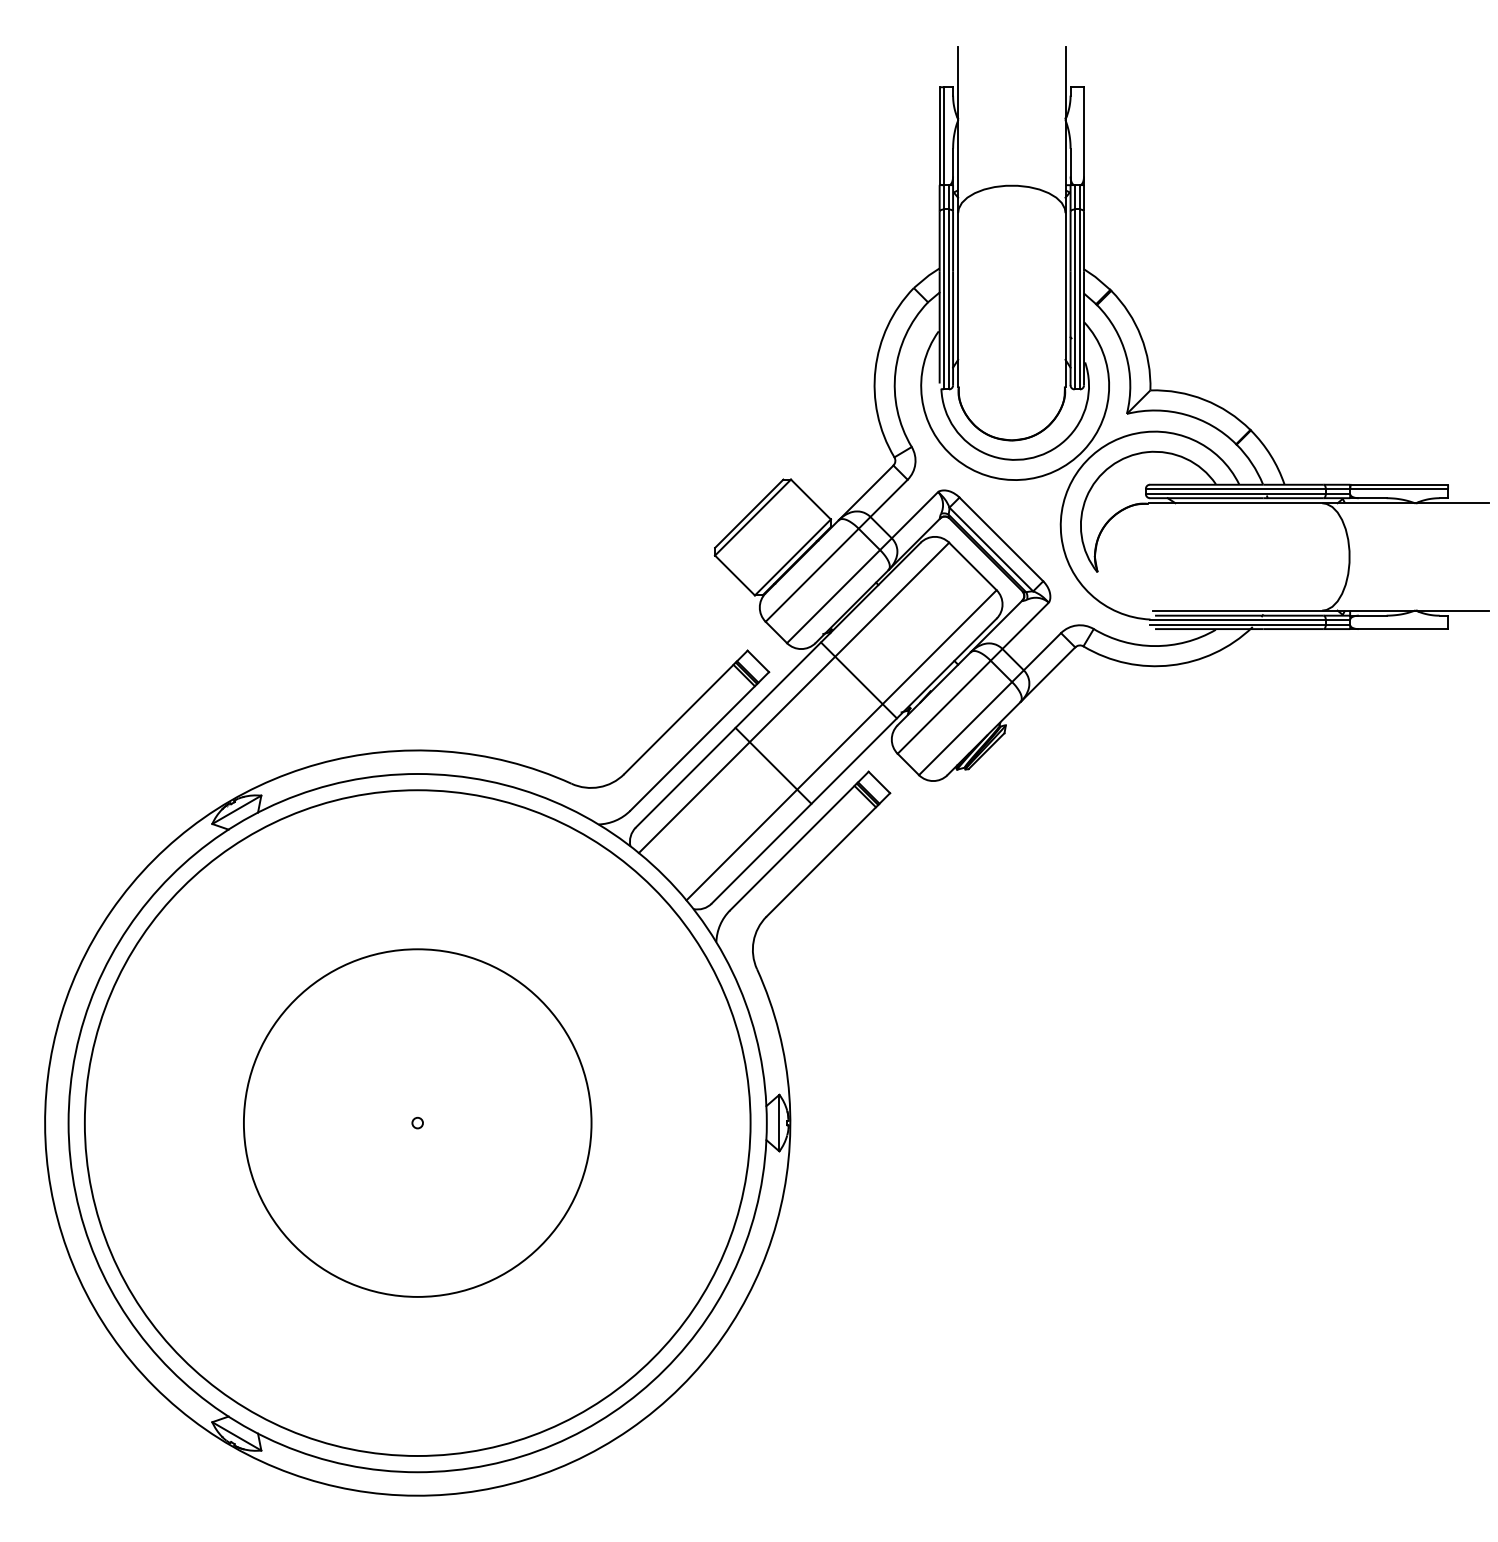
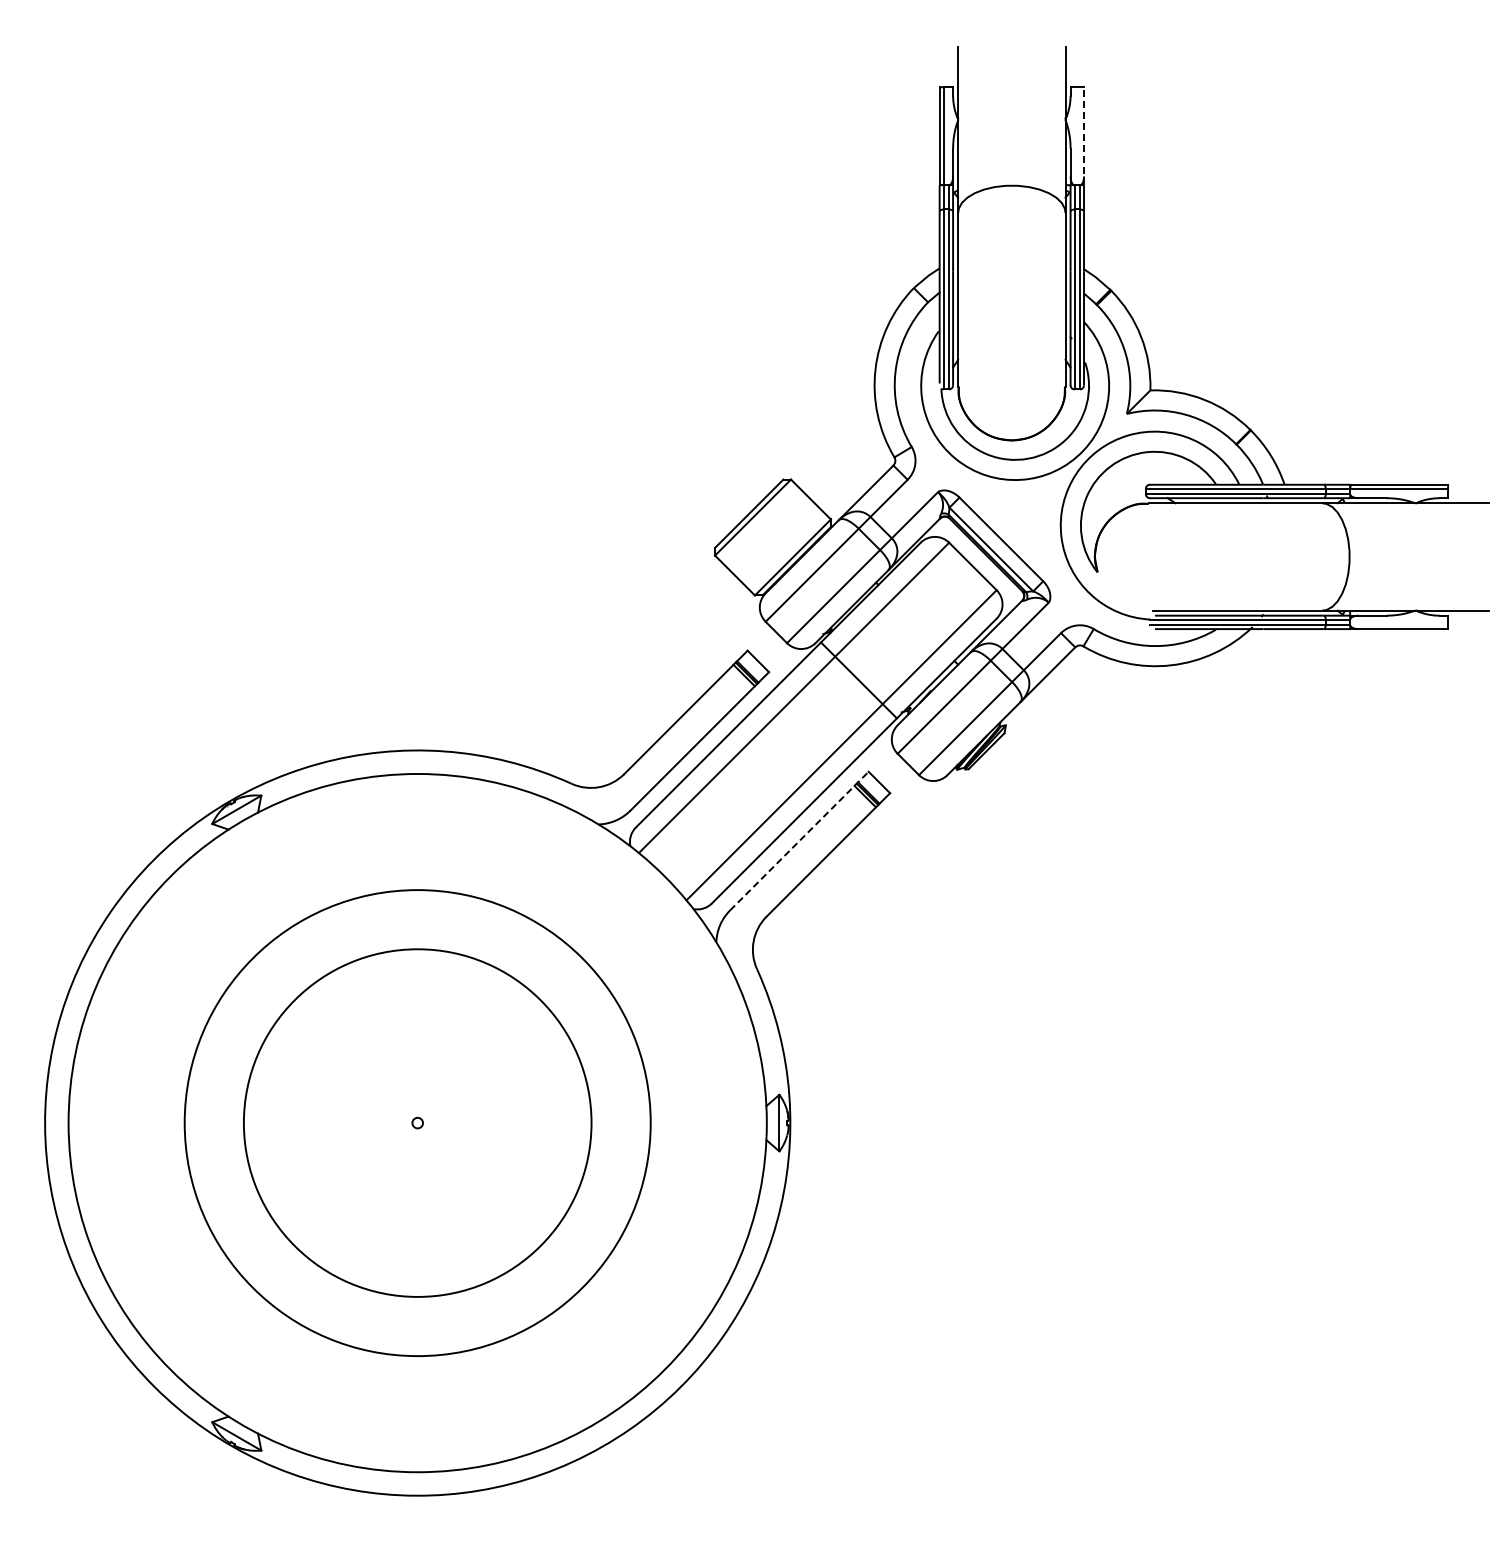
line at (1084, 136): solid -> dashed
line at (773, 765): present -> none
line at (799, 840): solid -> dashed
circle at (417, 1122) diameter: 666 px -> 466 px
